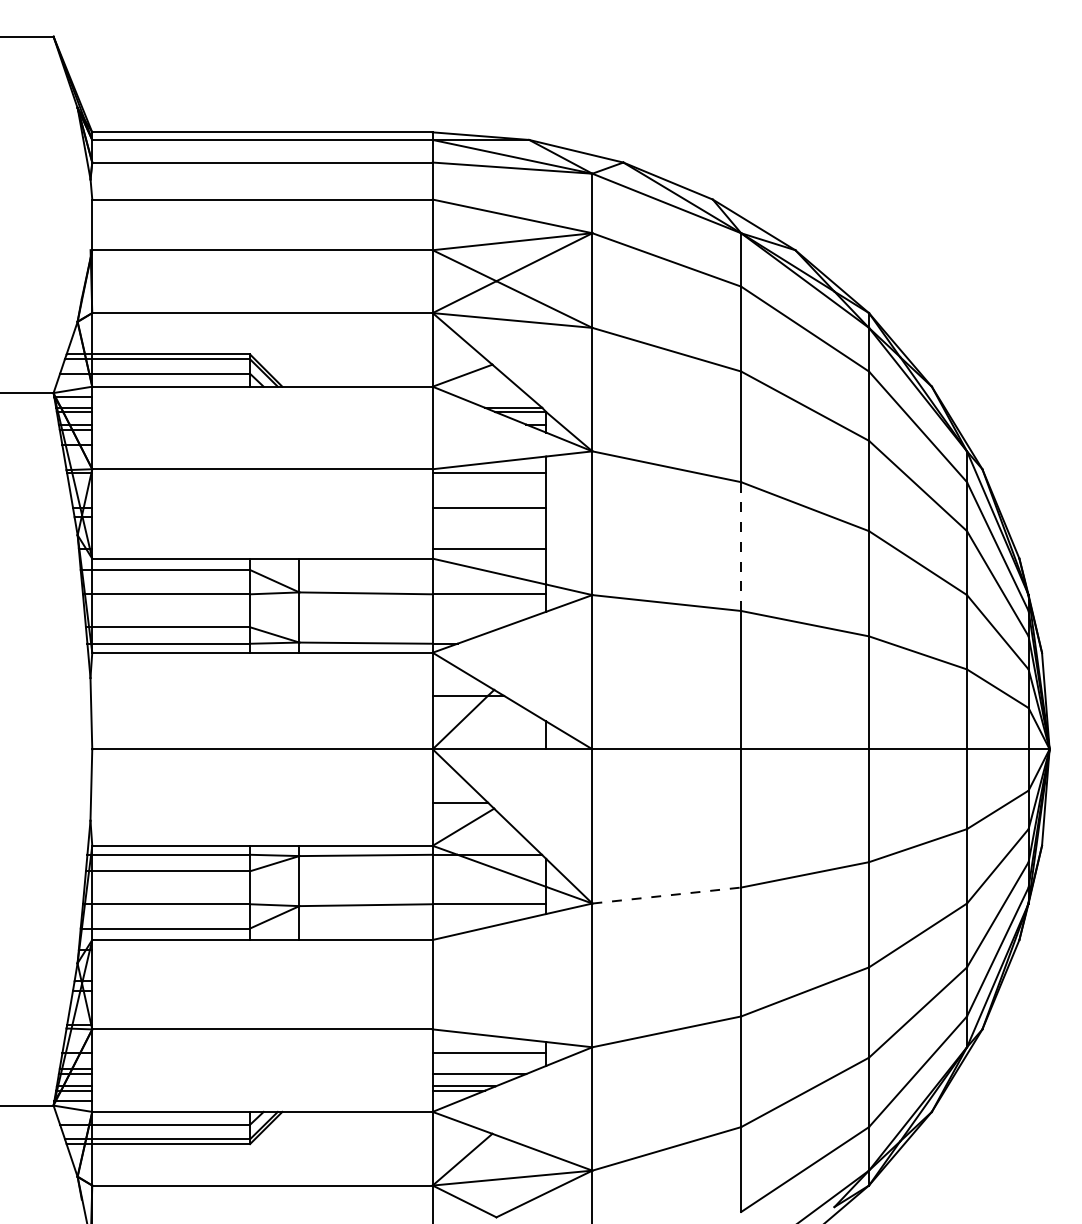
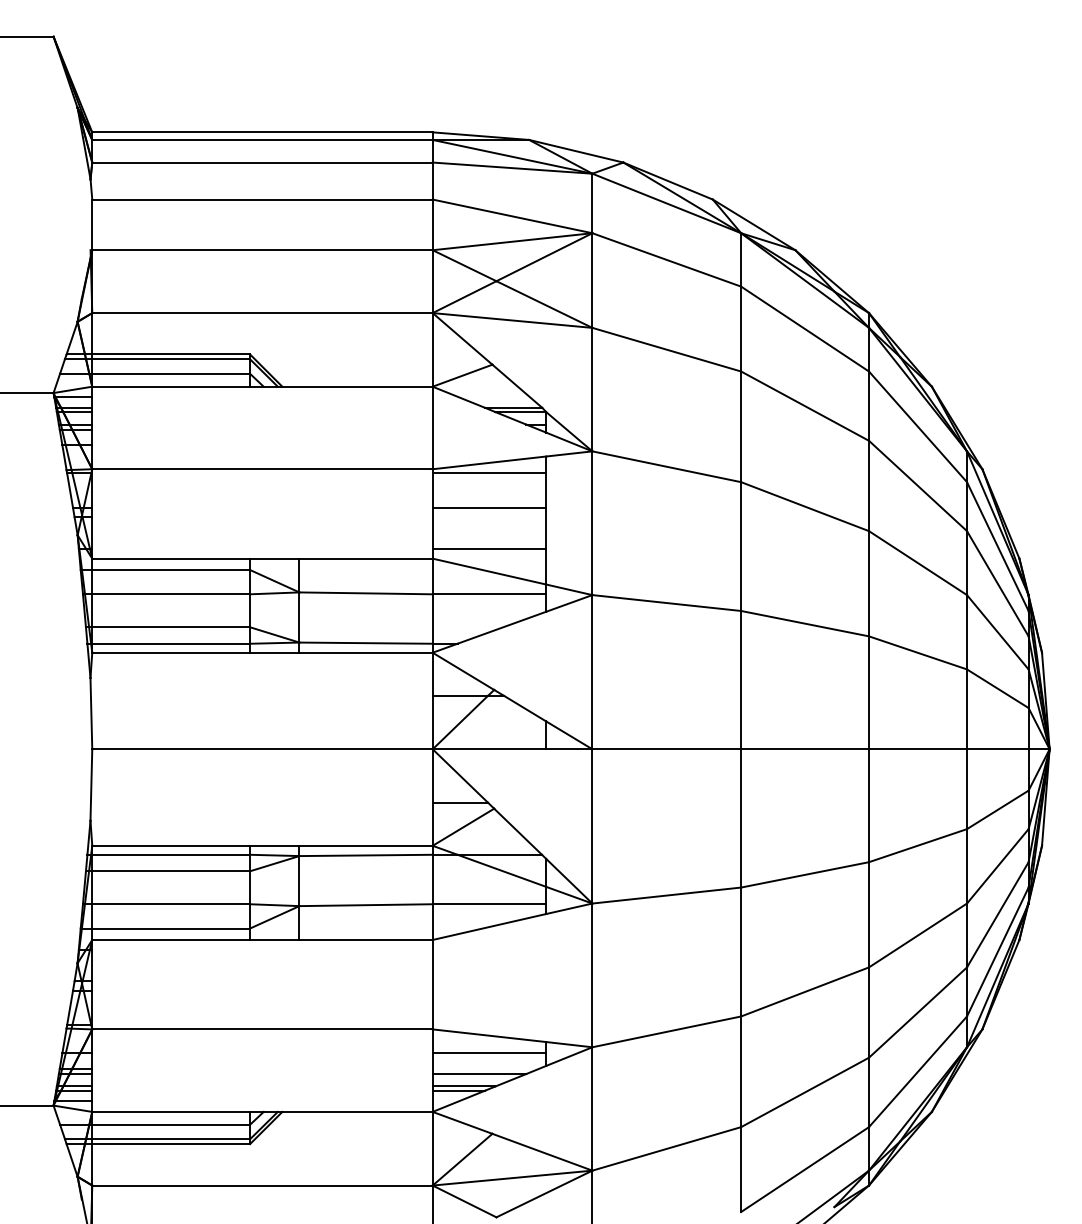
line at (741, 546): dashed -> solid
line at (666, 895): dashed -> solid
